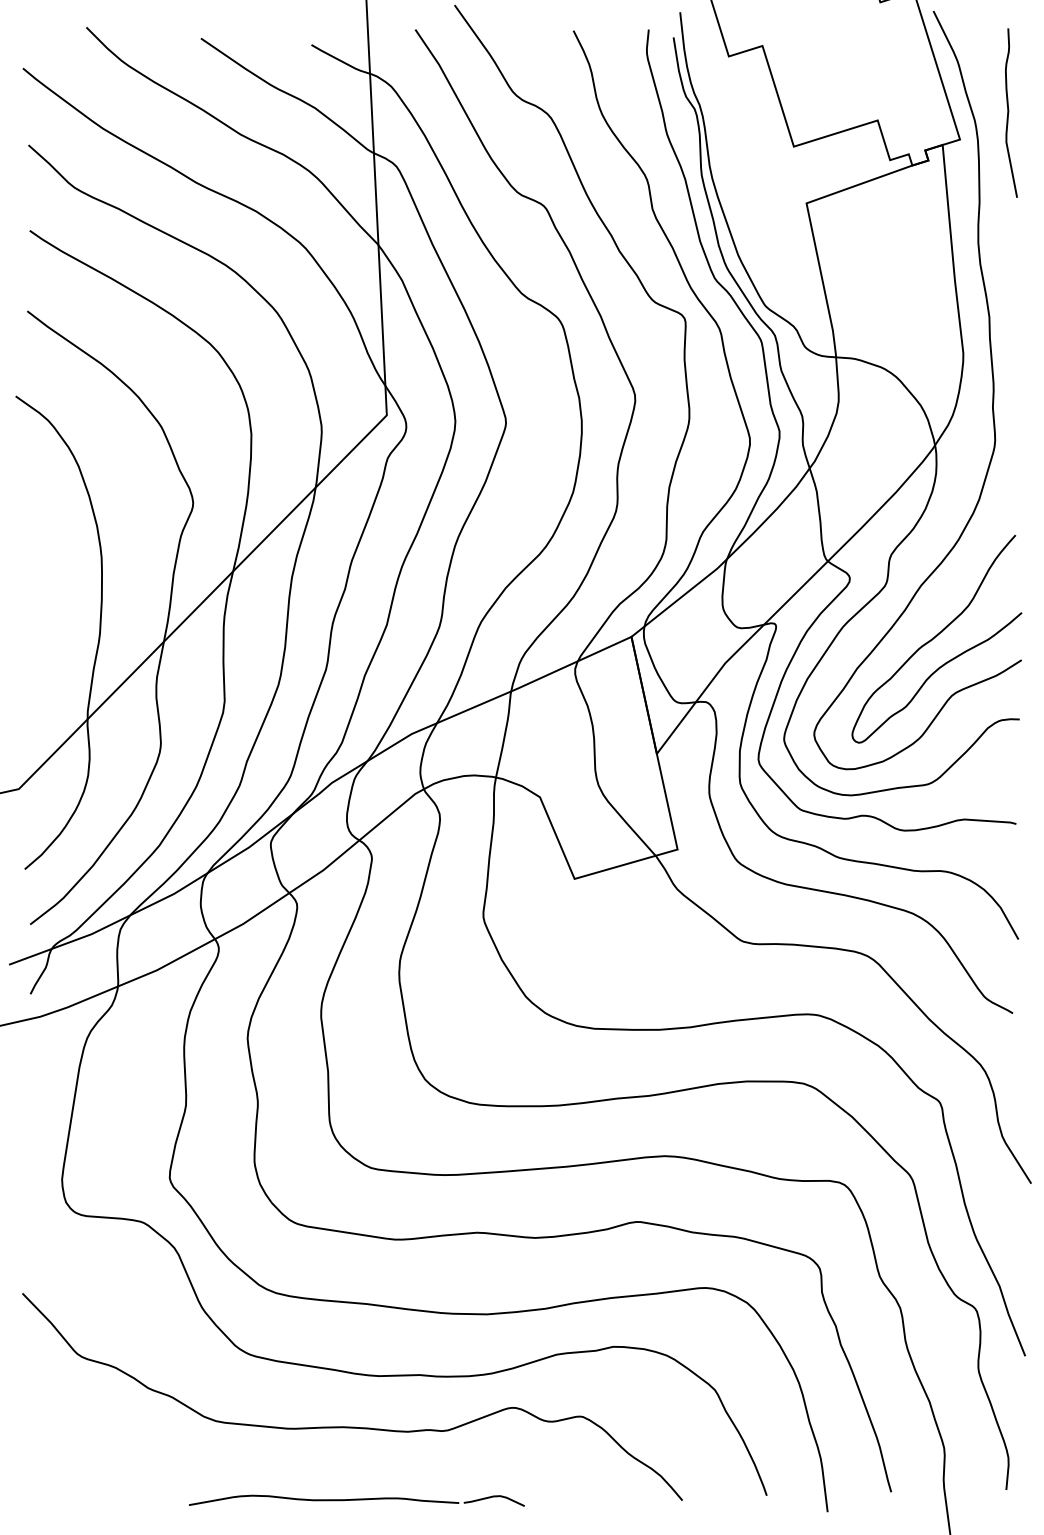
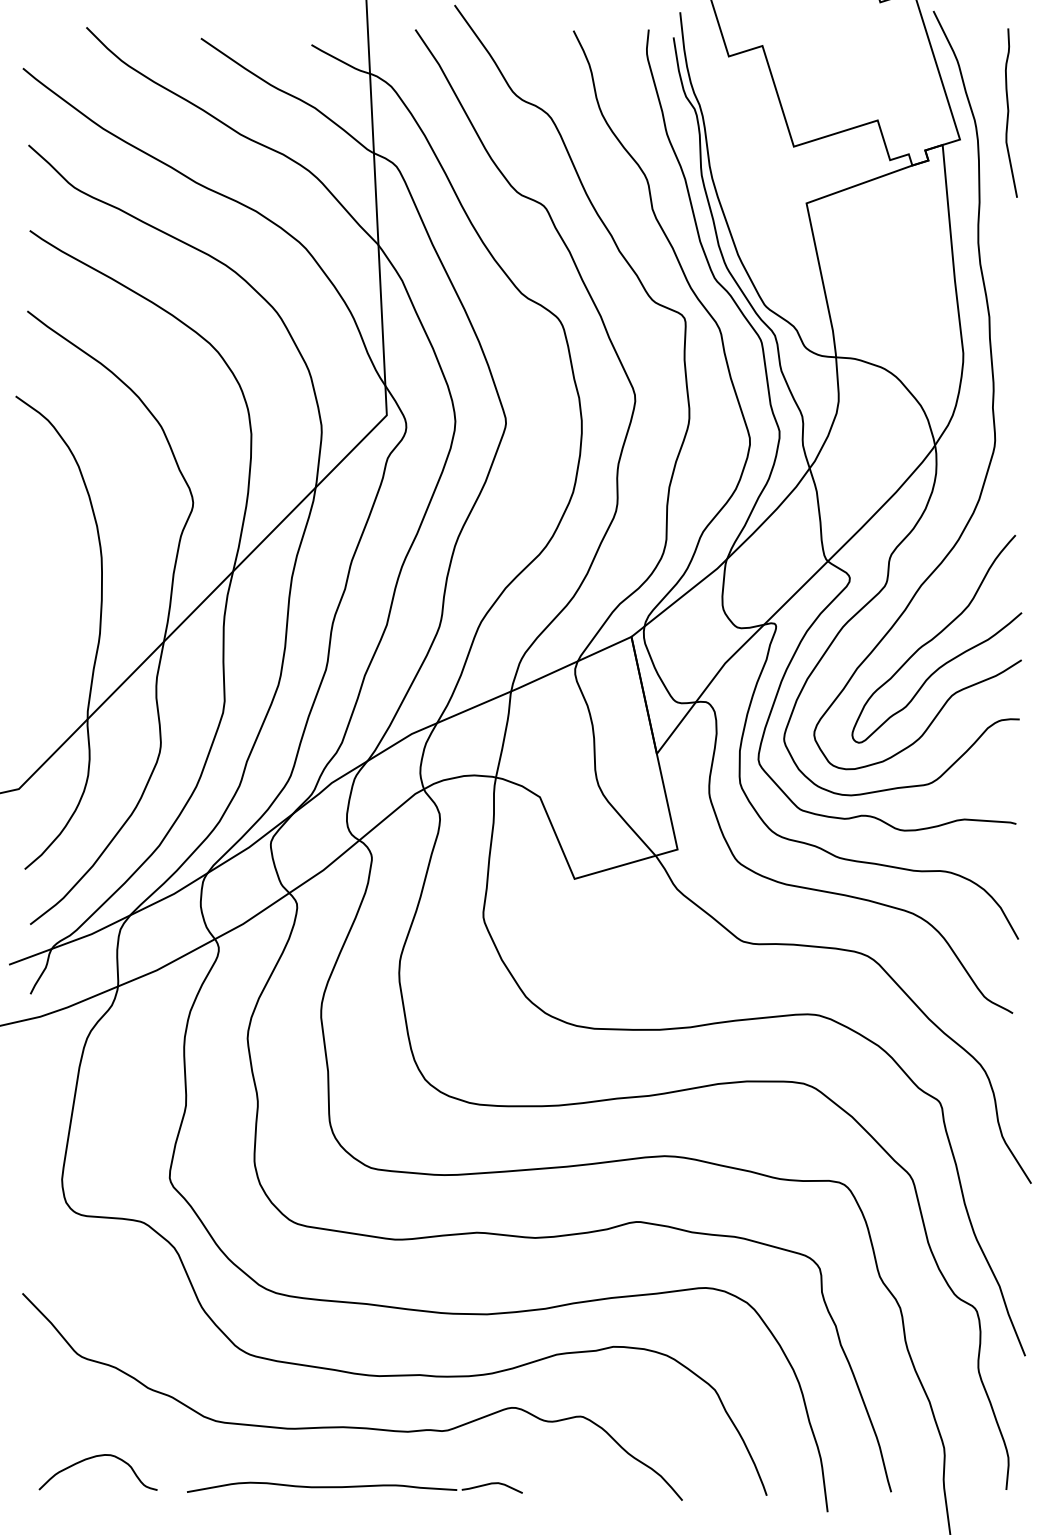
curve at (92, 1458): none -> present
part at (356, 1500) position: (356, 1500) -> (354, 1487)
